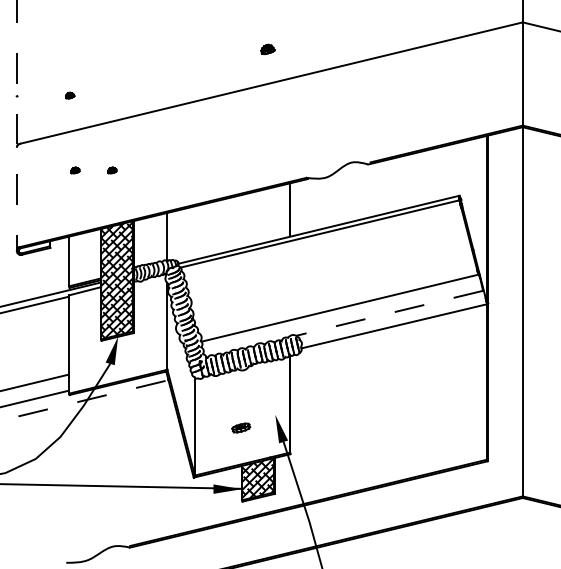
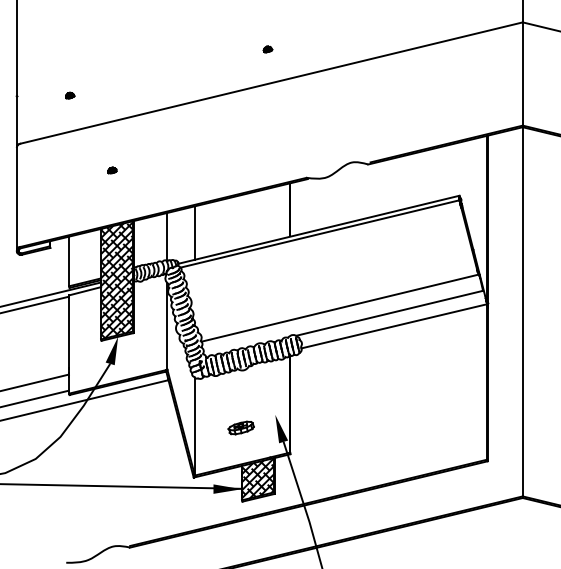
part at (267, 49) size: 16x13 px -> 12x9 px
line at (16, 126): dashed -> solid
part at (75, 170): present -> none
line at (194, 232): none -> present
line at (389, 313): dashed -> solid
line at (84, 400): dashed -> solid
part at (241, 427) size: 21x12 px -> 28x16 px
